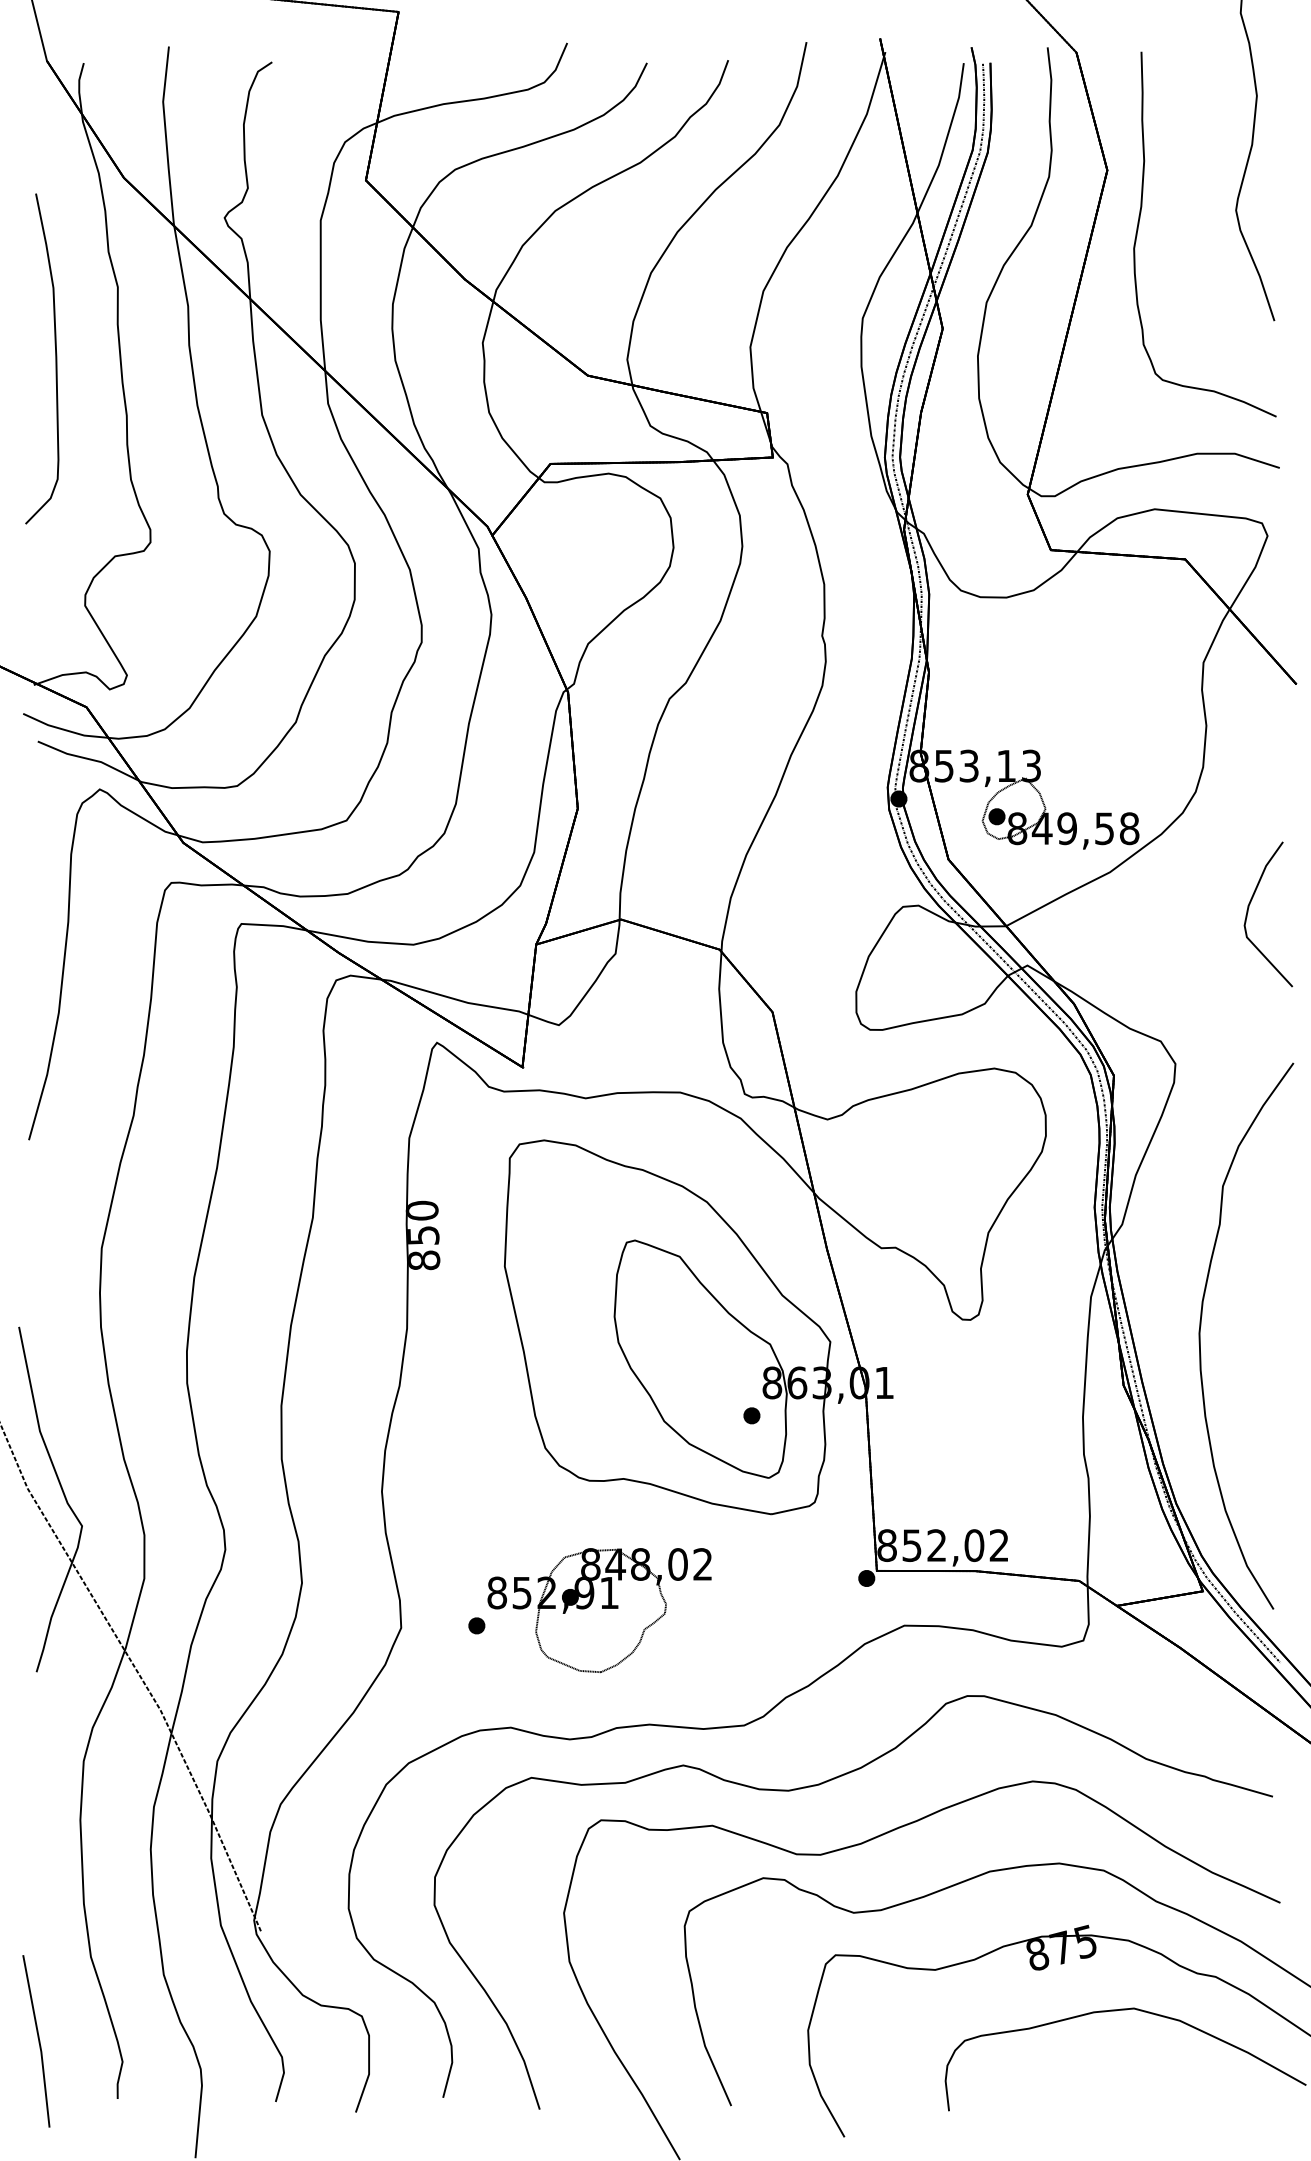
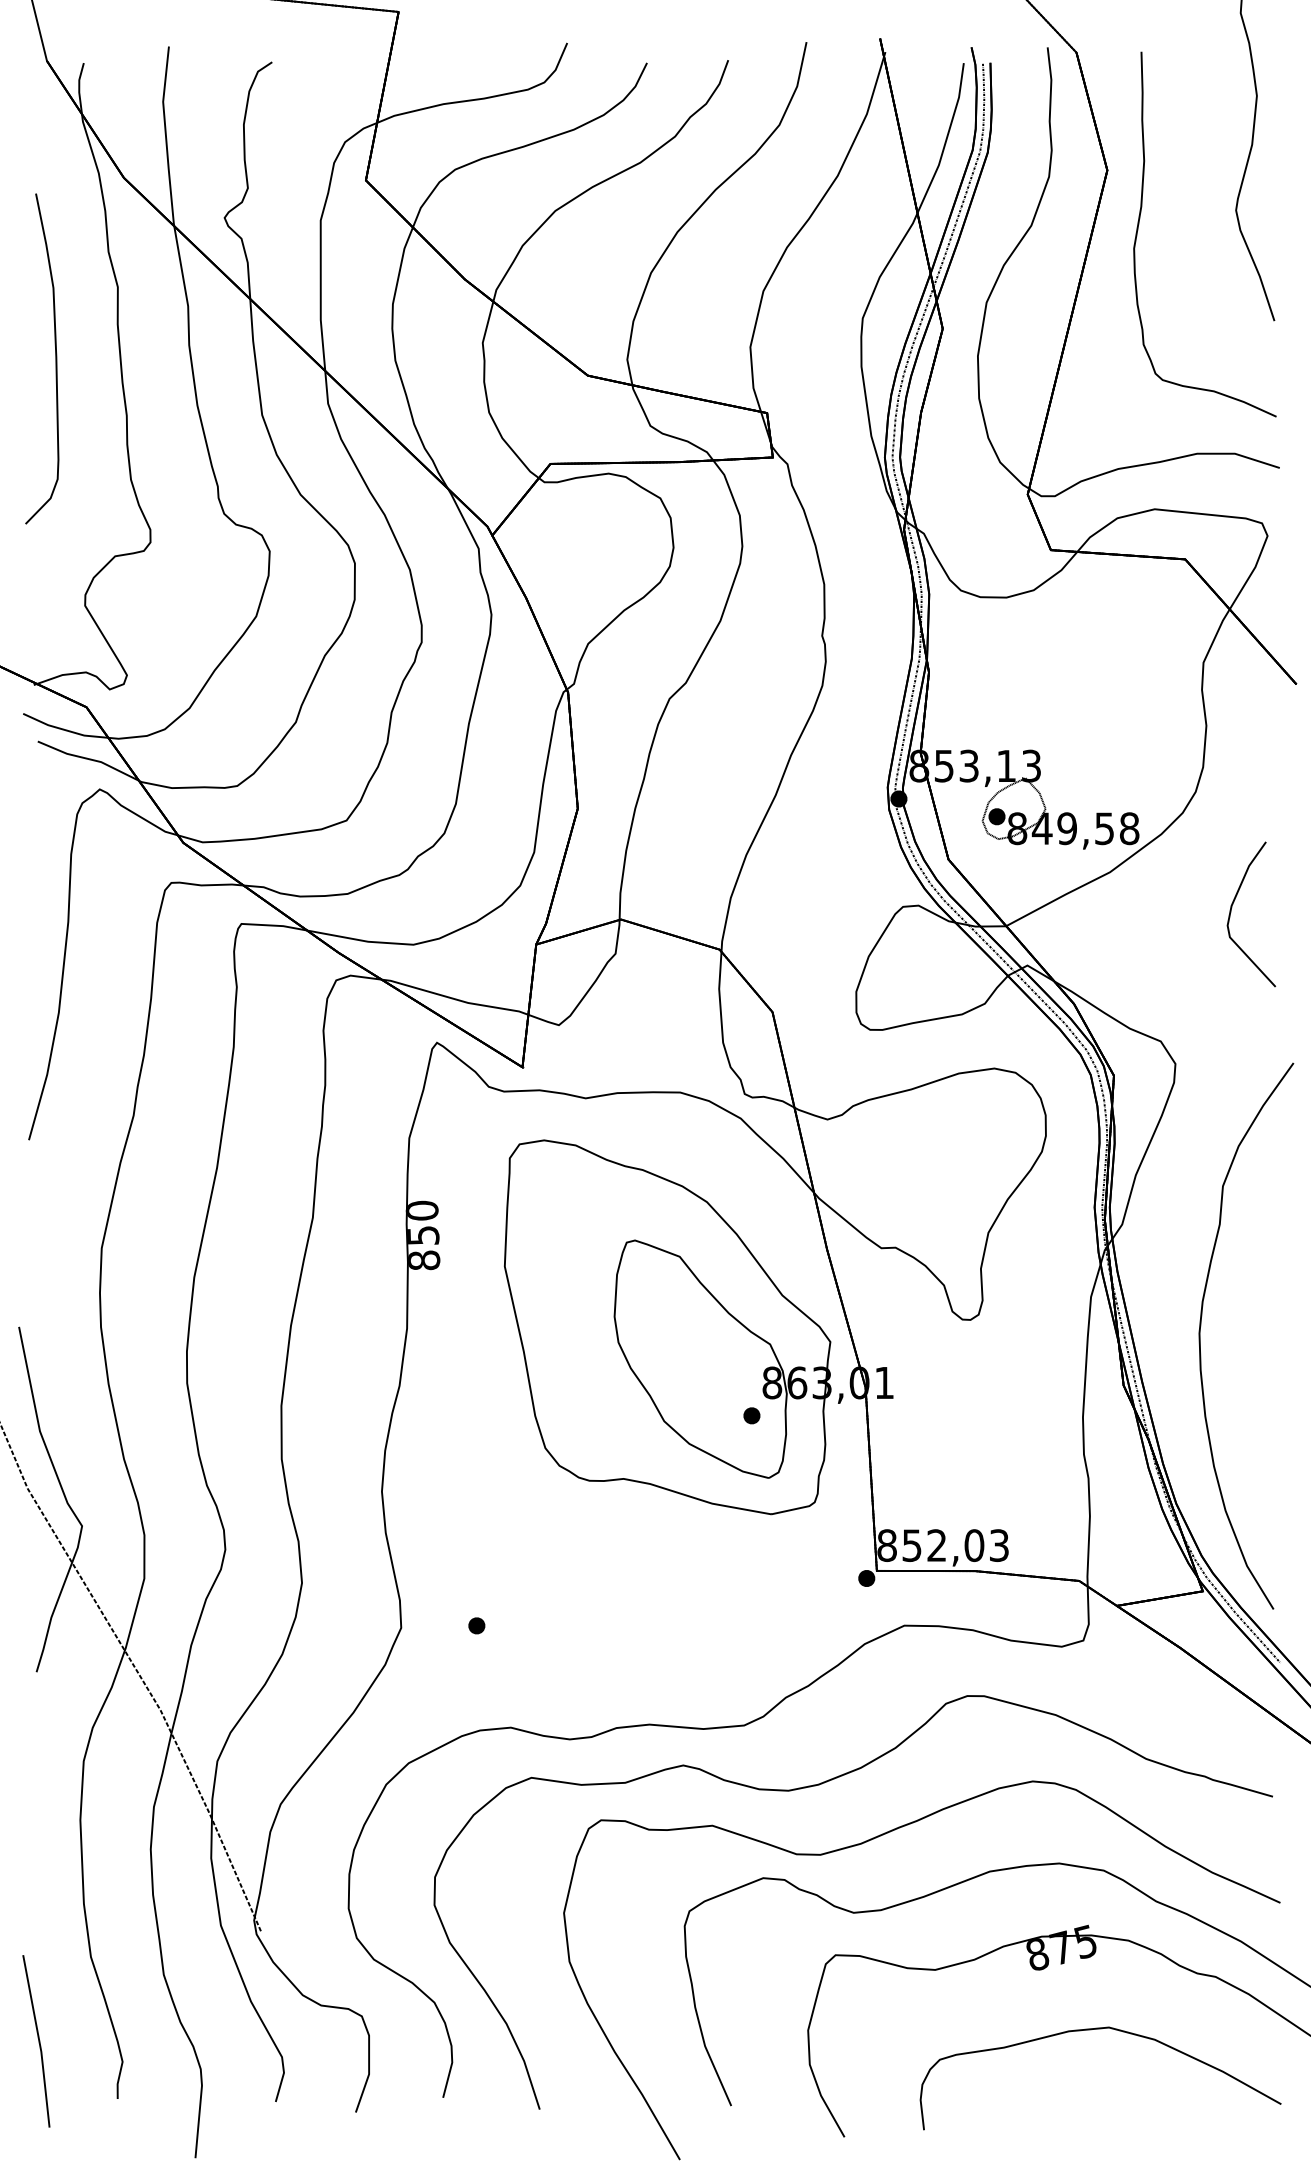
curve at (1248, 912) position: (1248, 912) -> (1231, 912)
text at (998, 1545): 852,02 -> 852,03
part at (599, 1610): present -> none
curve at (1116, 2011) position: (1116, 2011) -> (1091, 2030)
